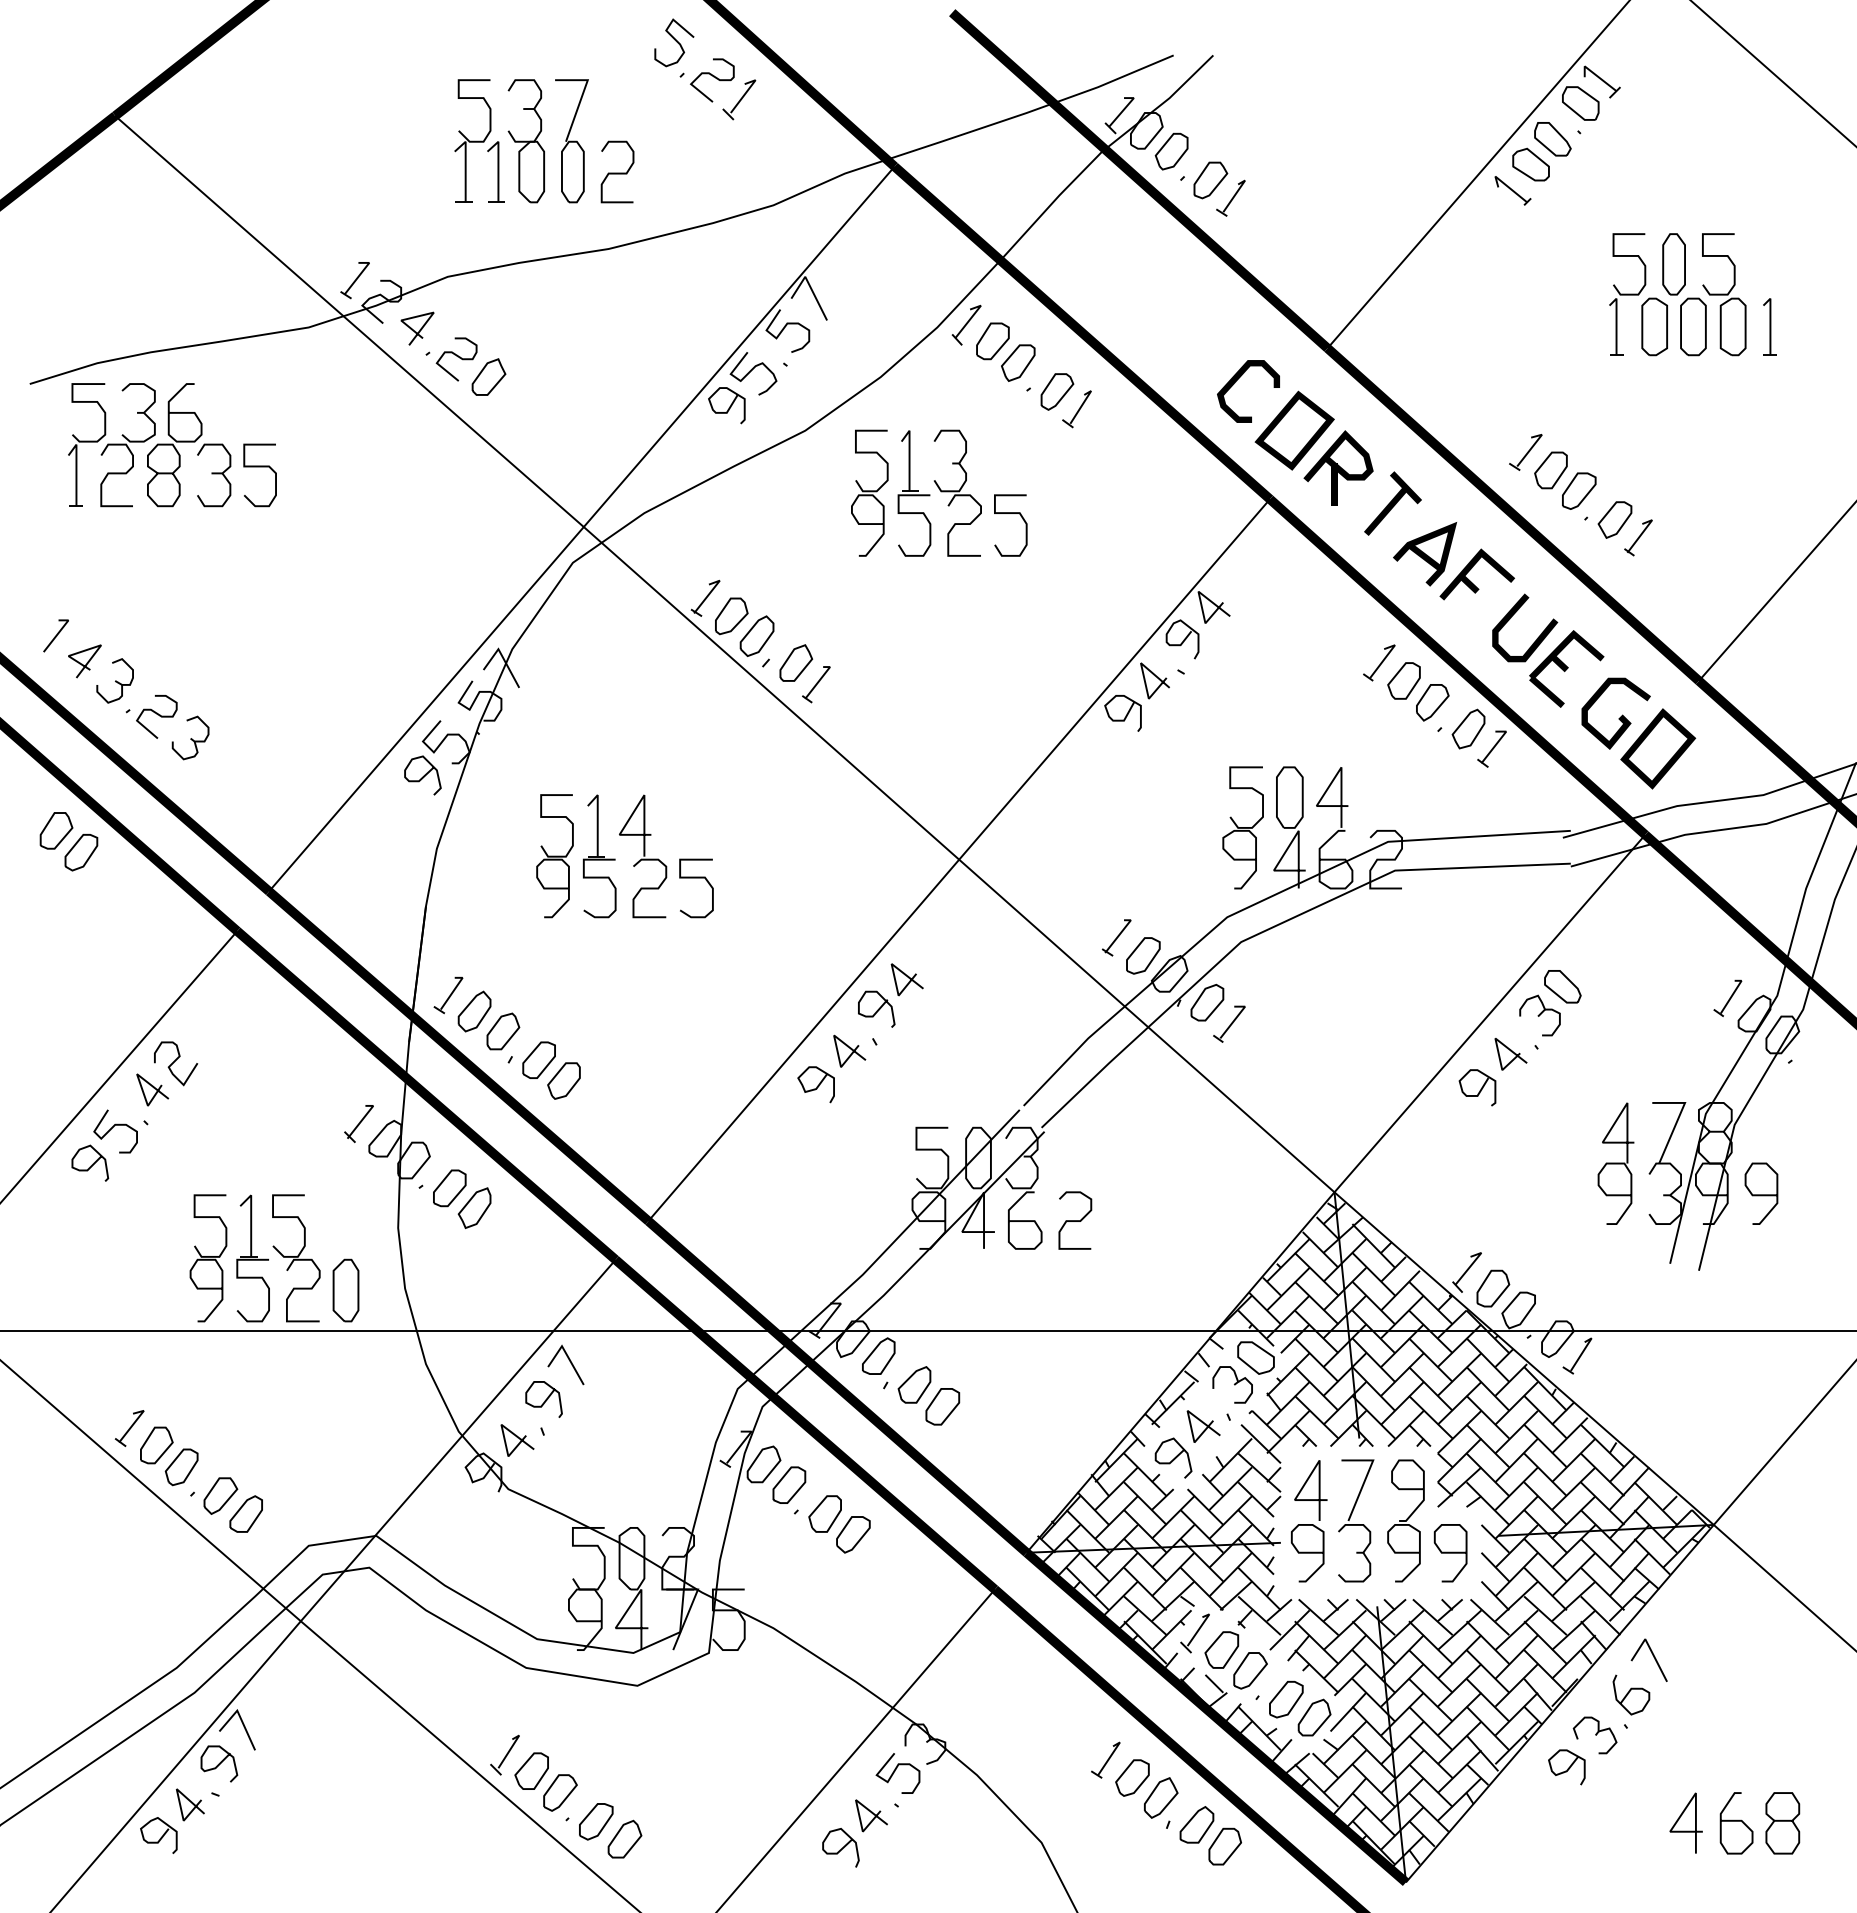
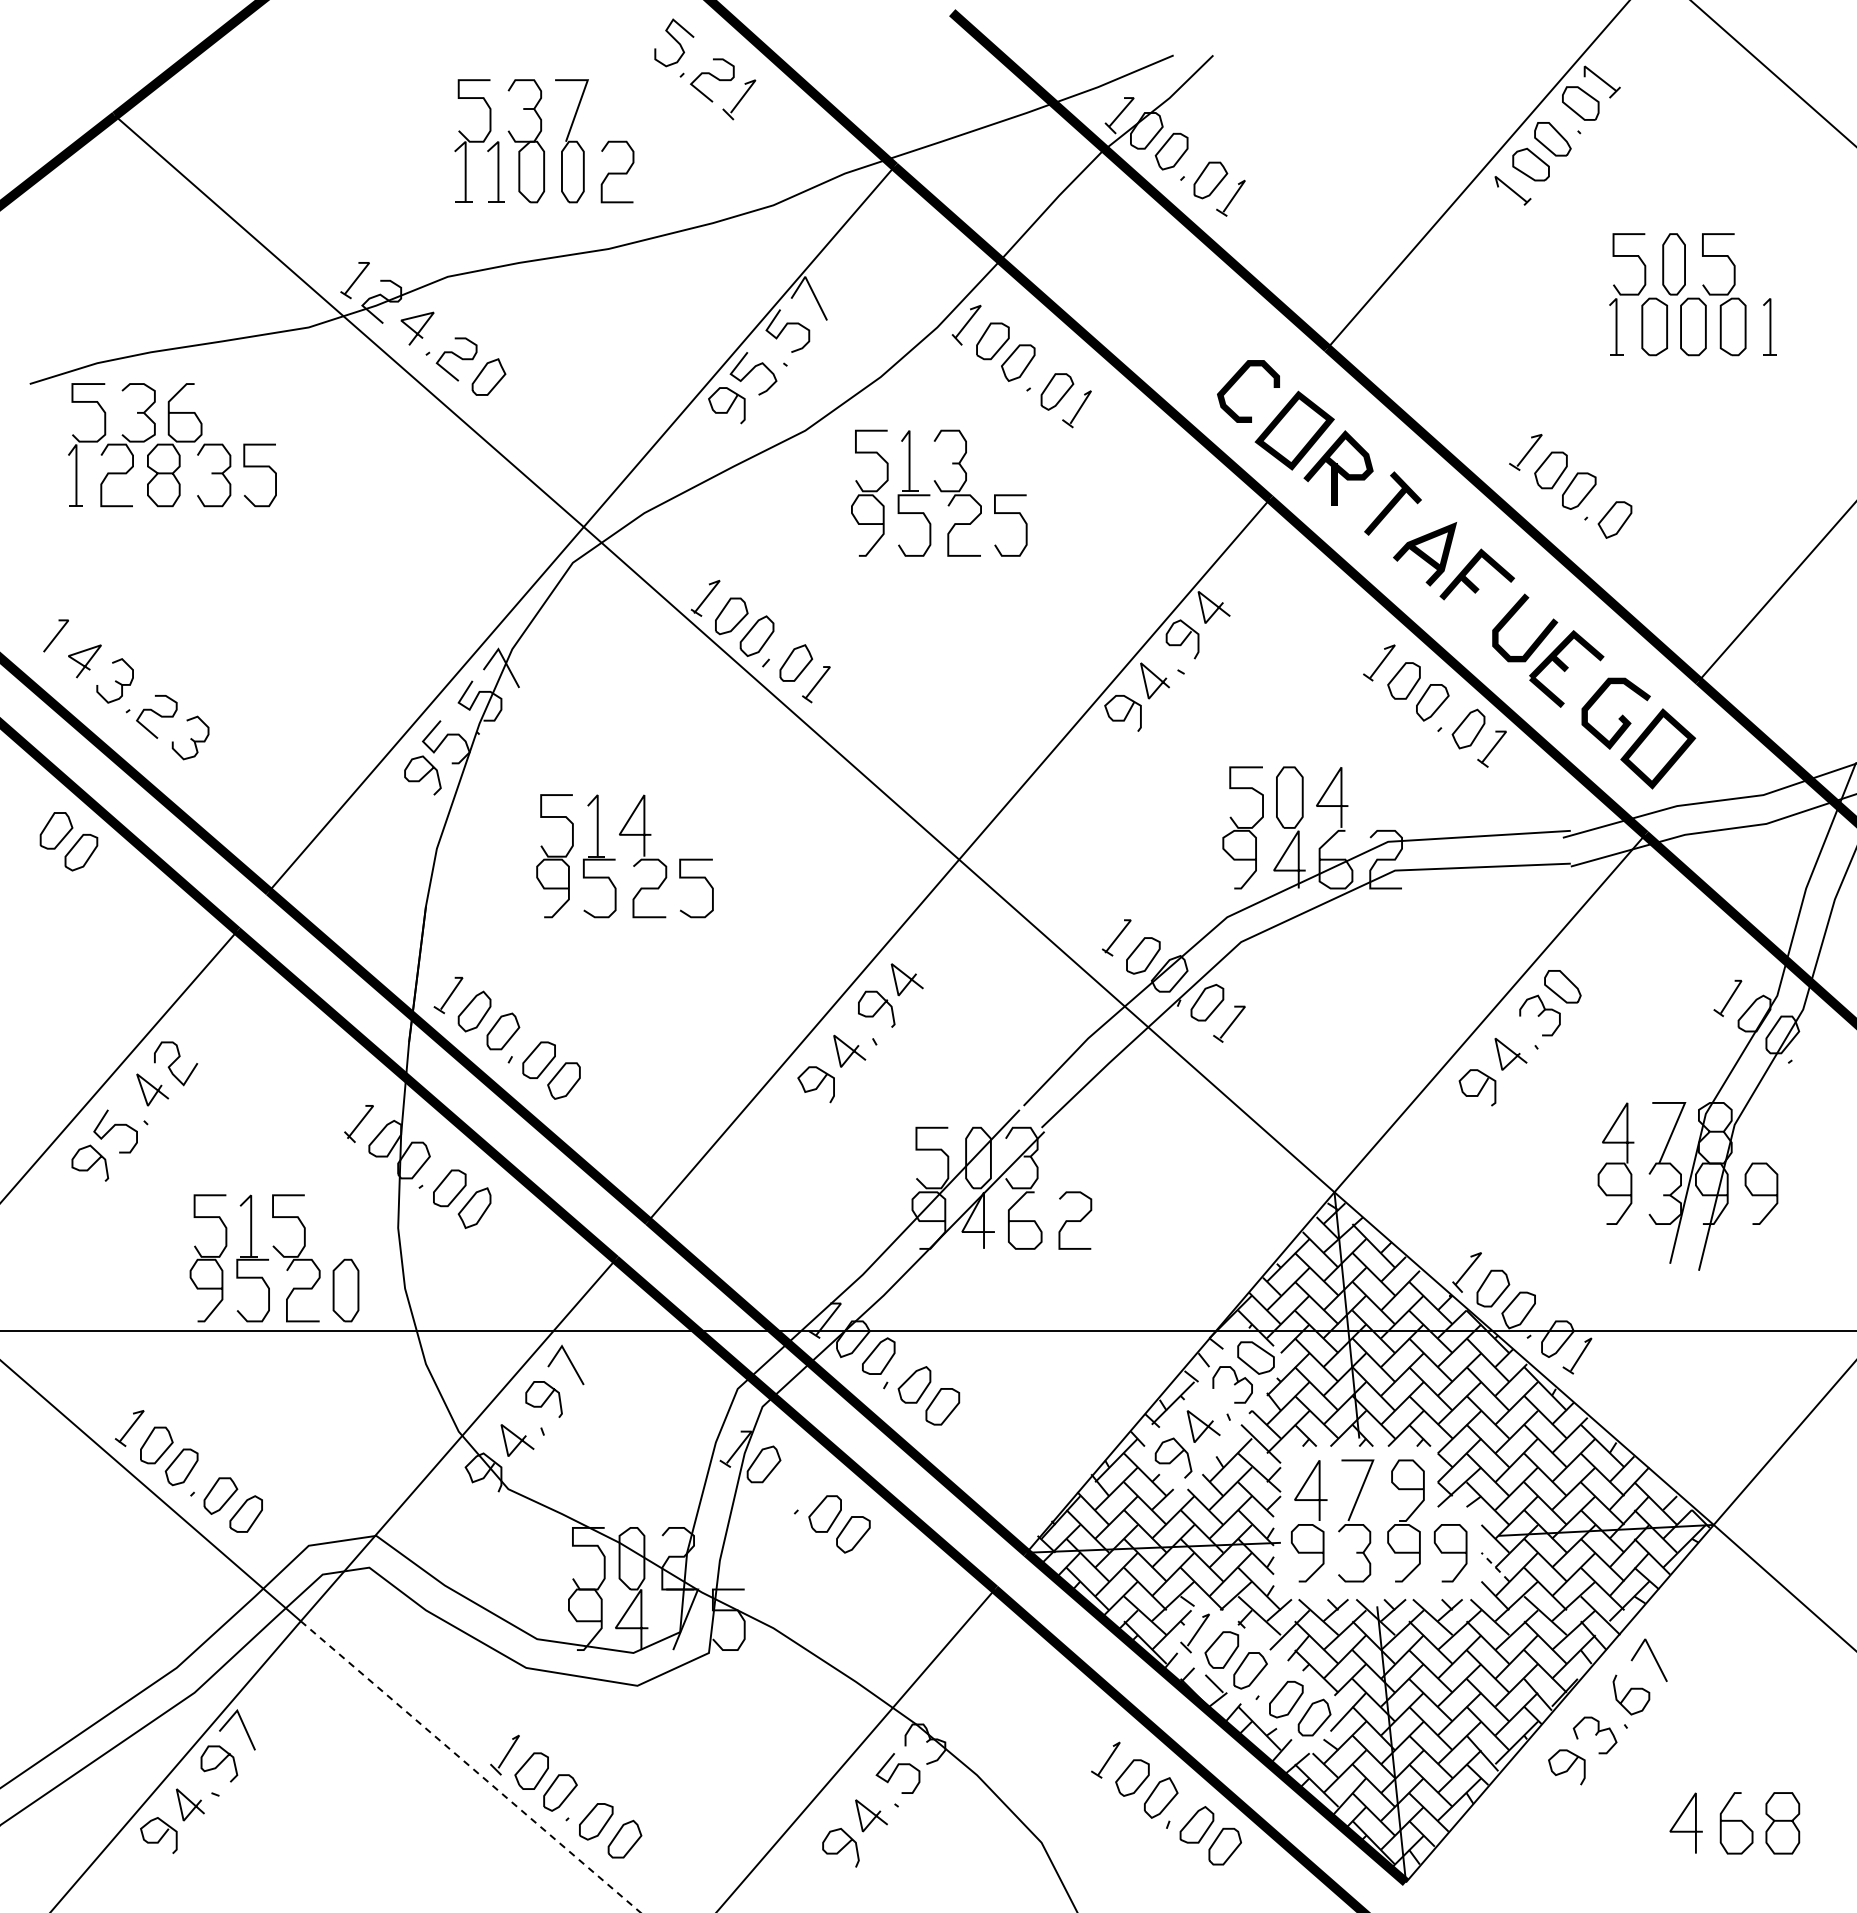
part at (1638, 537): present -> none
part at (789, 1484): present -> none
line at (1495, 1566): solid -> dashed
line at (470, 1767): solid -> dashed
